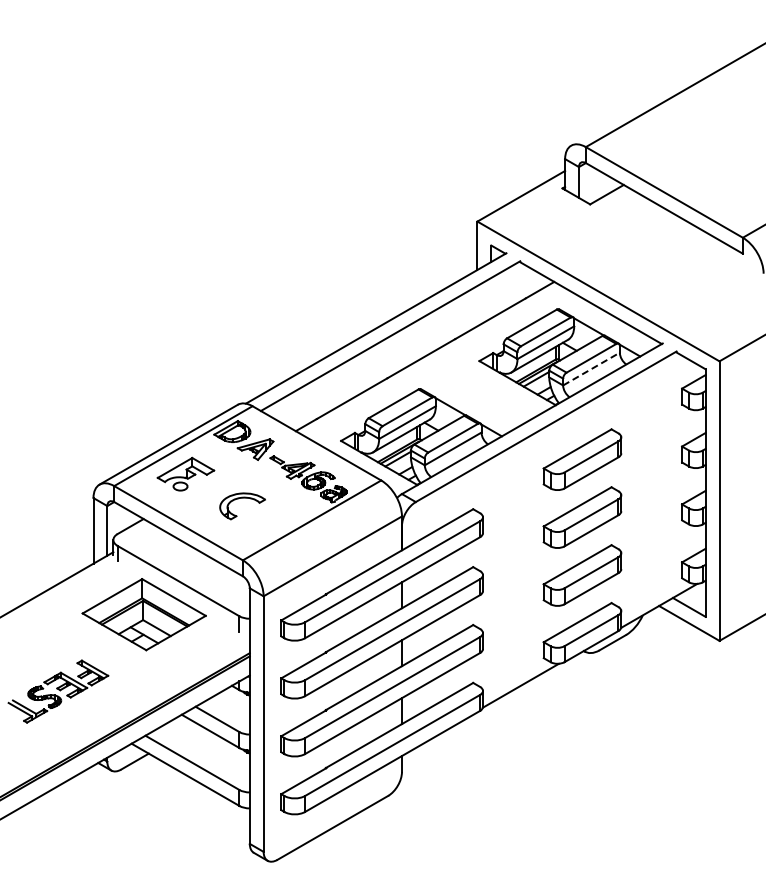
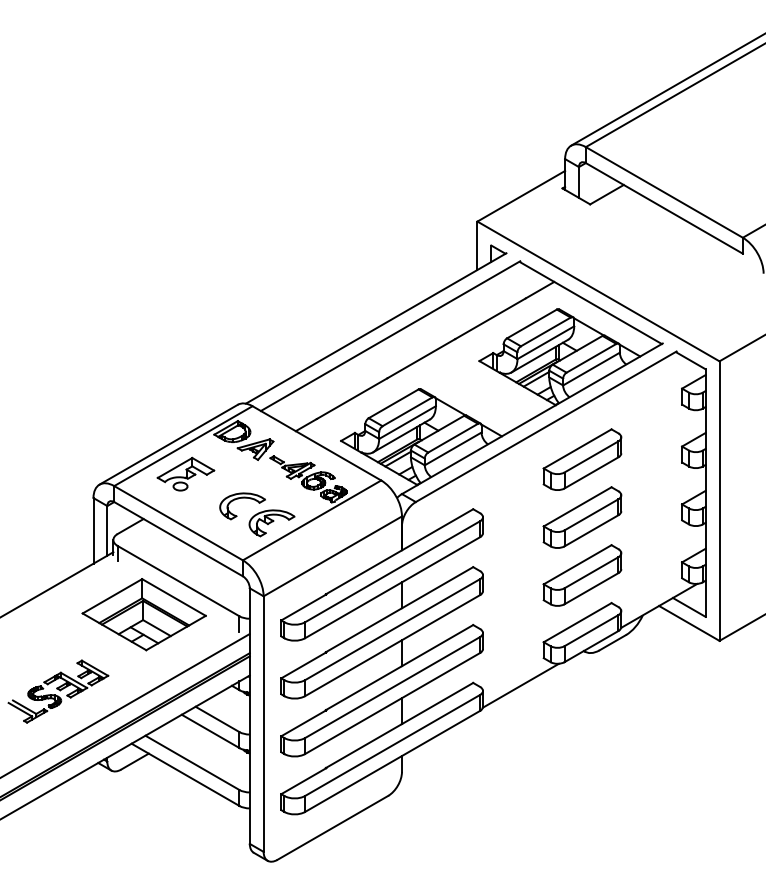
line at (666, 90): none -> present
line at (591, 369): dashed -> solid
part at (271, 523): none -> present
line at (125, 705): none -> present
